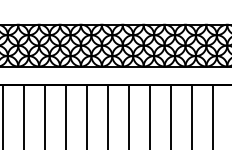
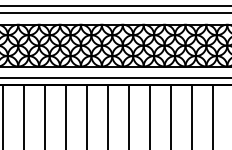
line at (115, 6): none -> present
line at (115, 13): none -> present
line at (115, 78): none -> present
